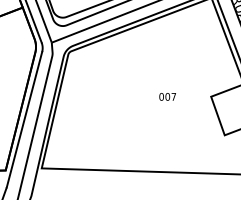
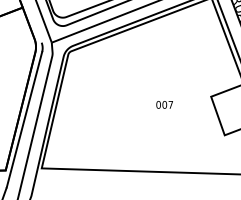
line at (33, 22): present -> none
text at (167, 96) position: (167, 96) -> (164, 104)
